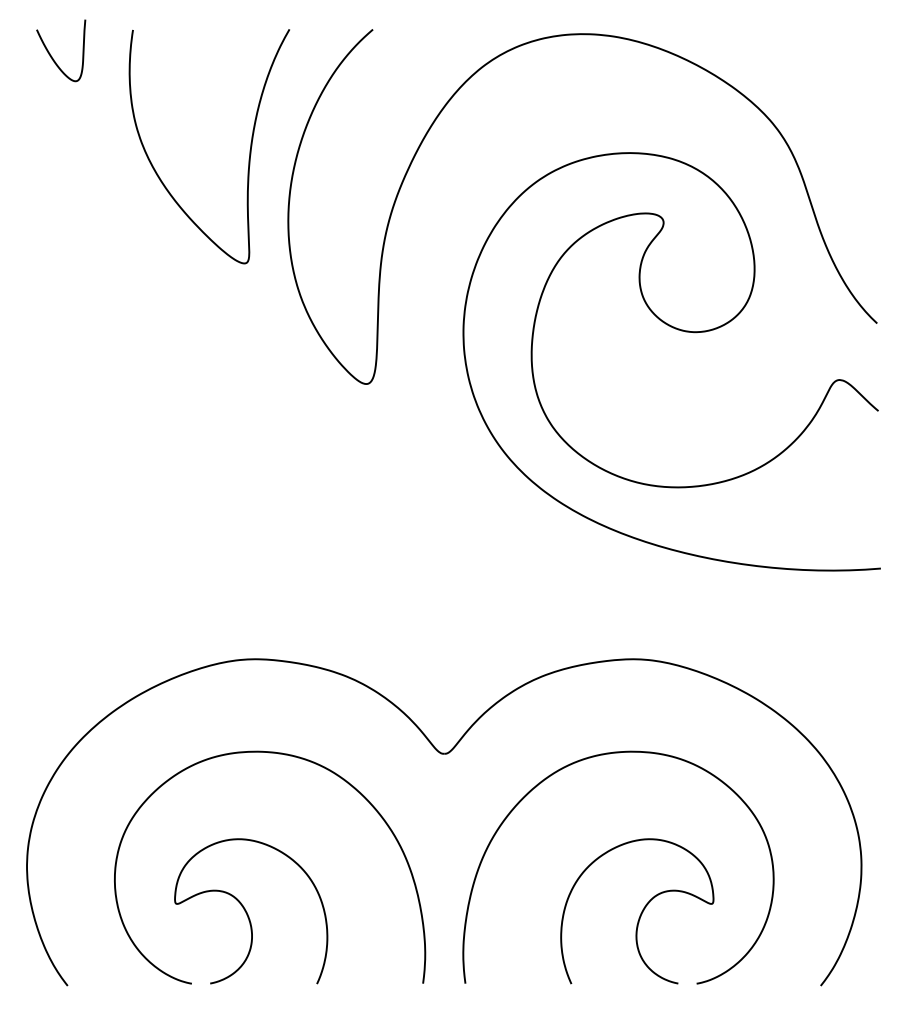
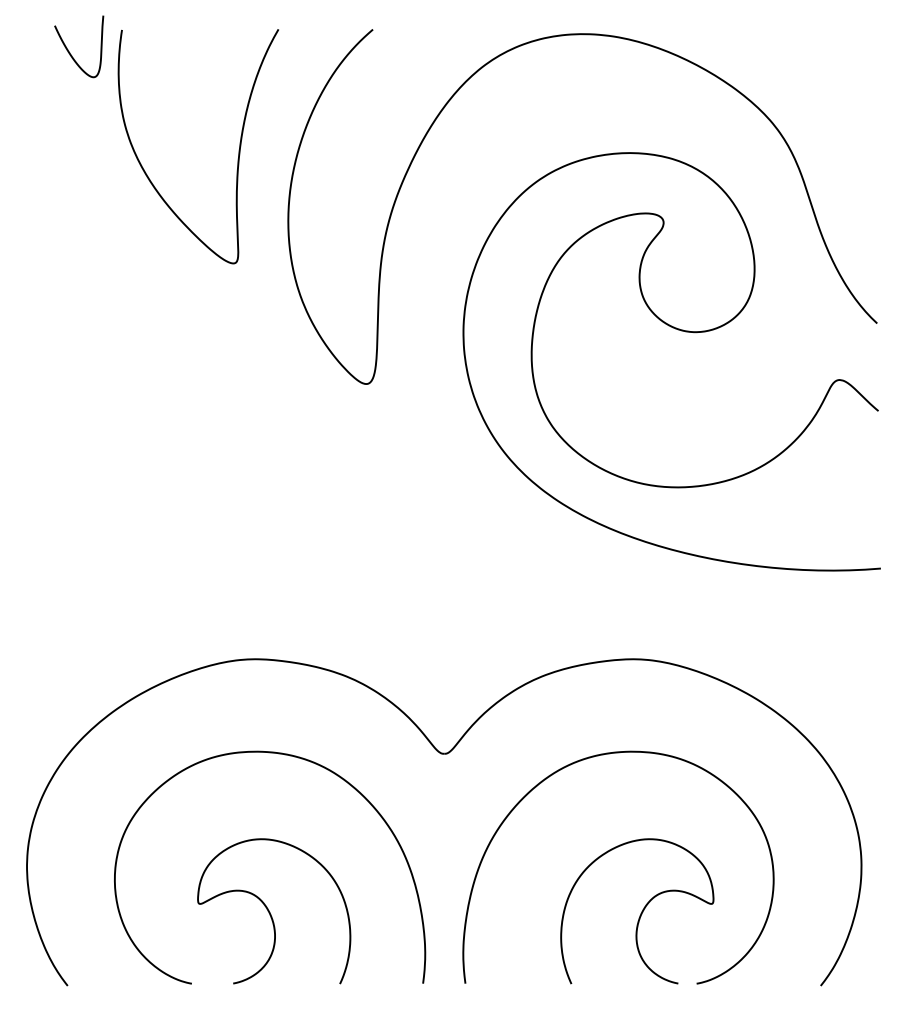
curve at (52, 56) position: (52, 56) -> (70, 52)
curve at (249, 150) position: (249, 150) -> (238, 150)
curve at (247, 912) position: (247, 912) -> (270, 912)
